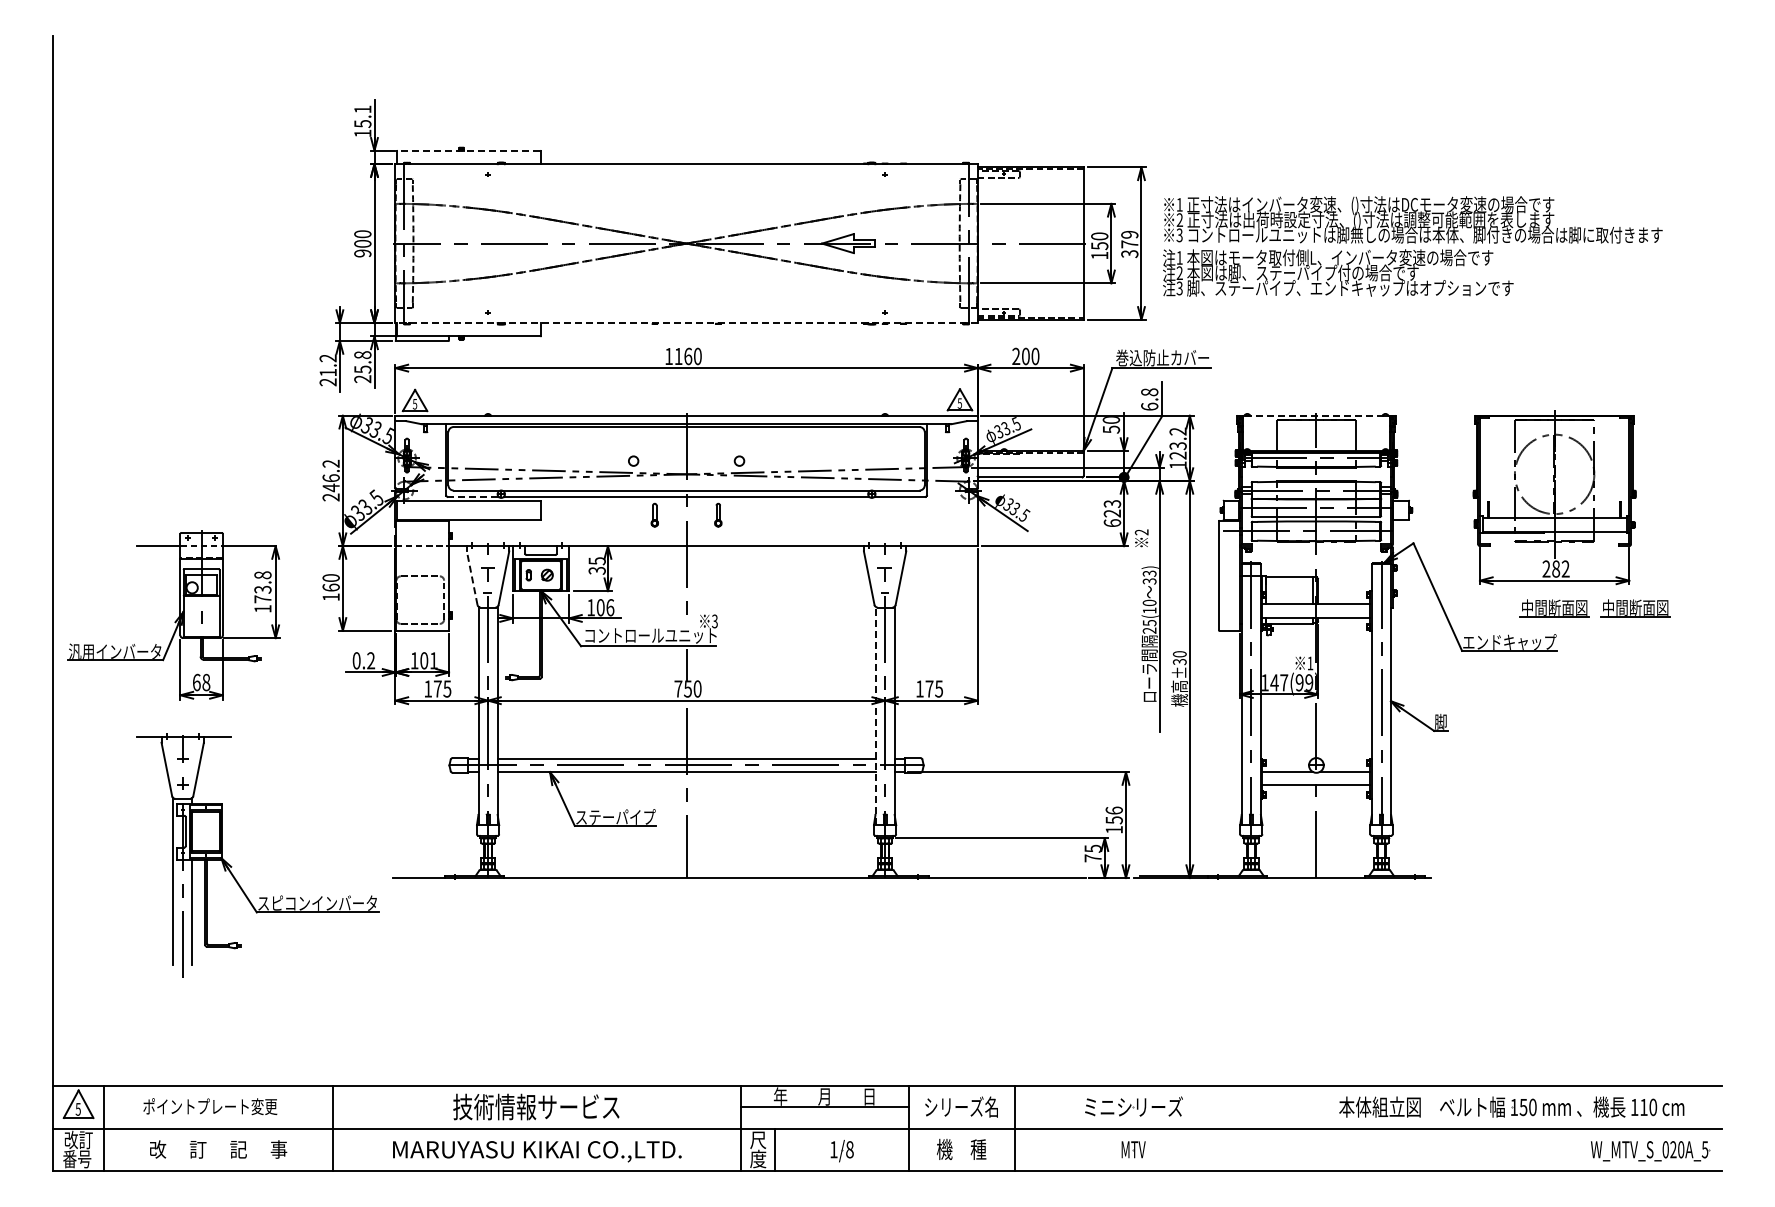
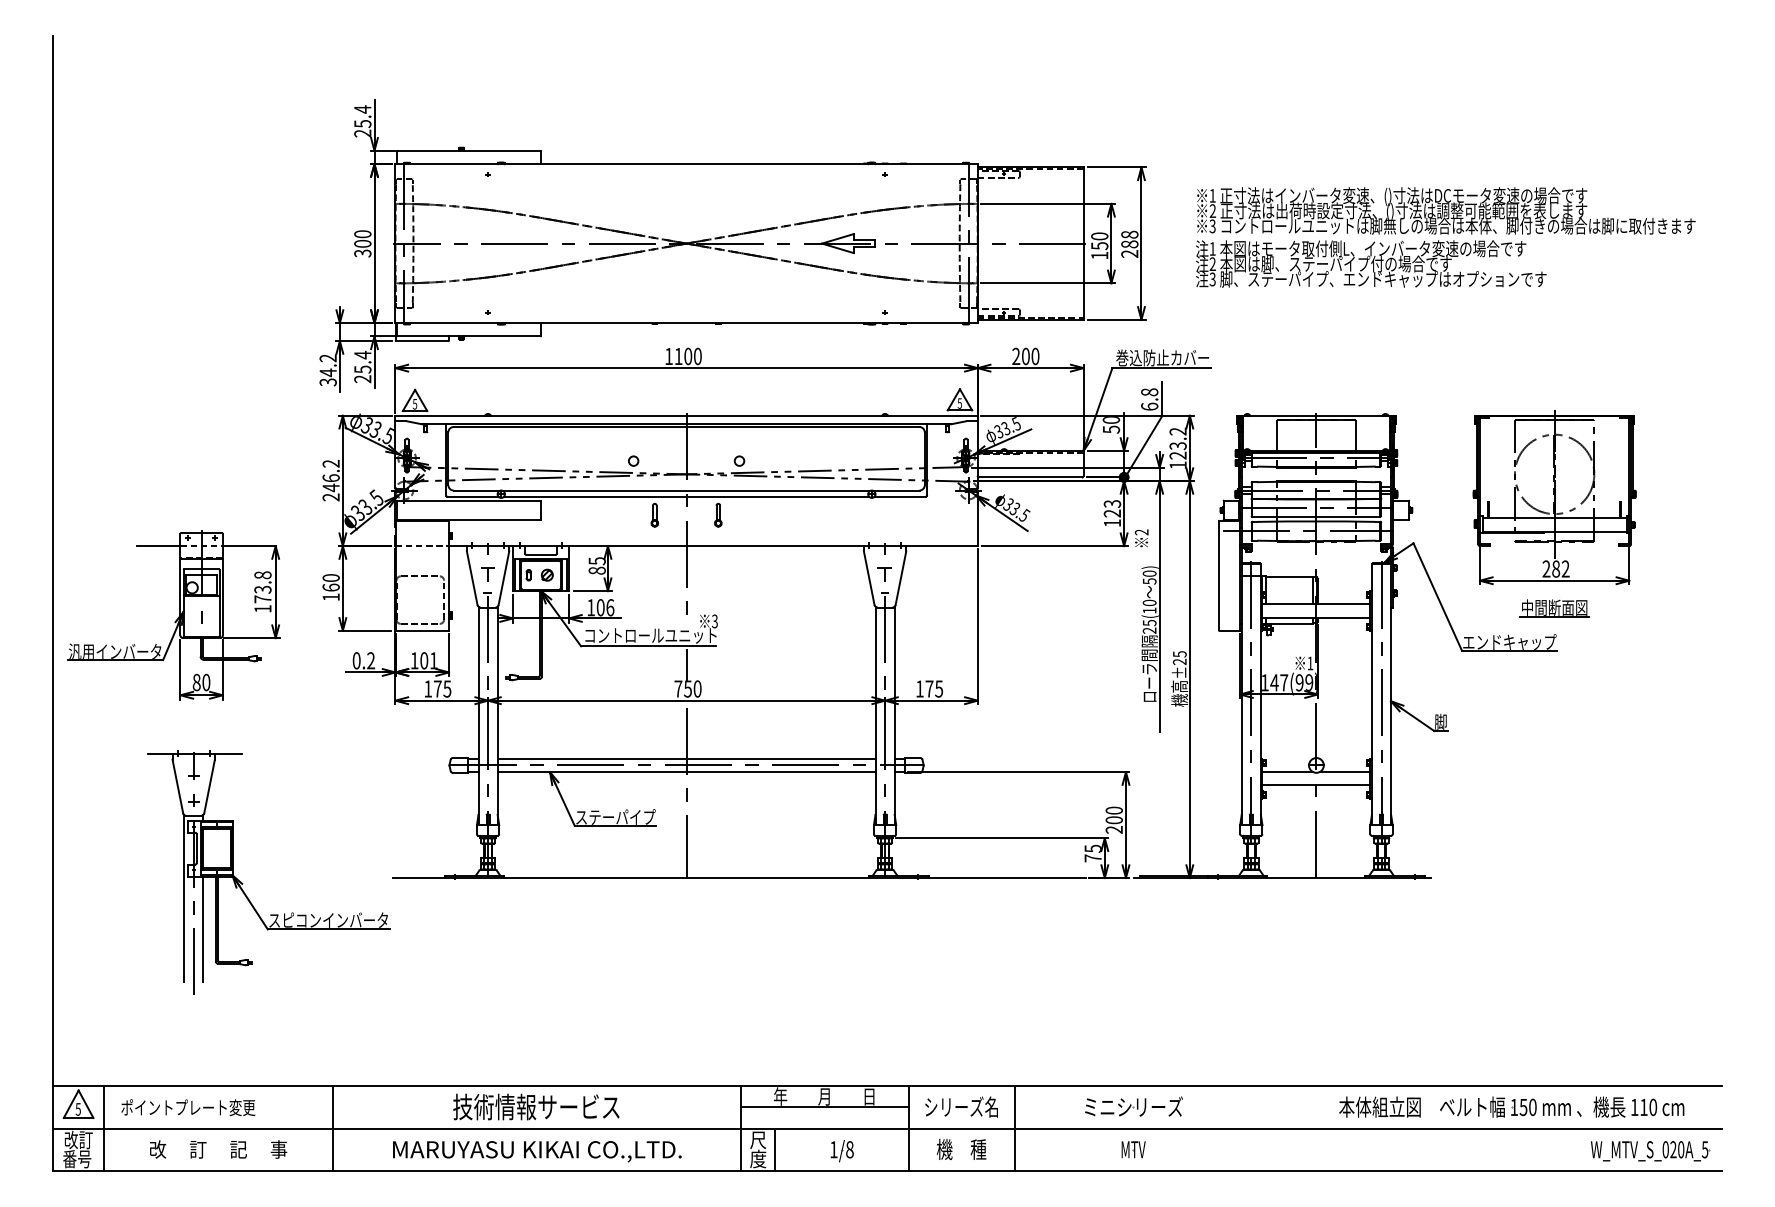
text at (362, 121): 15.1 -> 25.4
line at (468, 150): dashed -> solid
text at (1129, 244): 379 -> 288
text at (1412, 246) position: (1412, 246) -> (1445, 237)
text at (362, 253): 900 -> 300
line at (686, 323): dashed -> solid
text at (362, 354): 25.8 -> 25.4
text at (688, 355): 1160 -> 1100
text at (327, 377): 21.2 -> 34.2
line at (1316, 415): dashed -> solid
line at (472, 496): dashed -> solid
text at (1112, 522): 623 -> 123
text at (596, 570): 35 -> 85
line at (472, 577): dashed -> solid
text at (1149, 577): 33) -> 50)
part at (1635, 608): present -> none
text at (1179, 658): ±30 -> ±25
text at (201, 682): 68 -> 80
line at (875, 715): dashed -> solid
text at (1113, 819): 156 -> 200
part at (232, 866) position: (232, 866) -> (243, 883)
text at (210, 1106) position: (210, 1106) -> (188, 1107)
